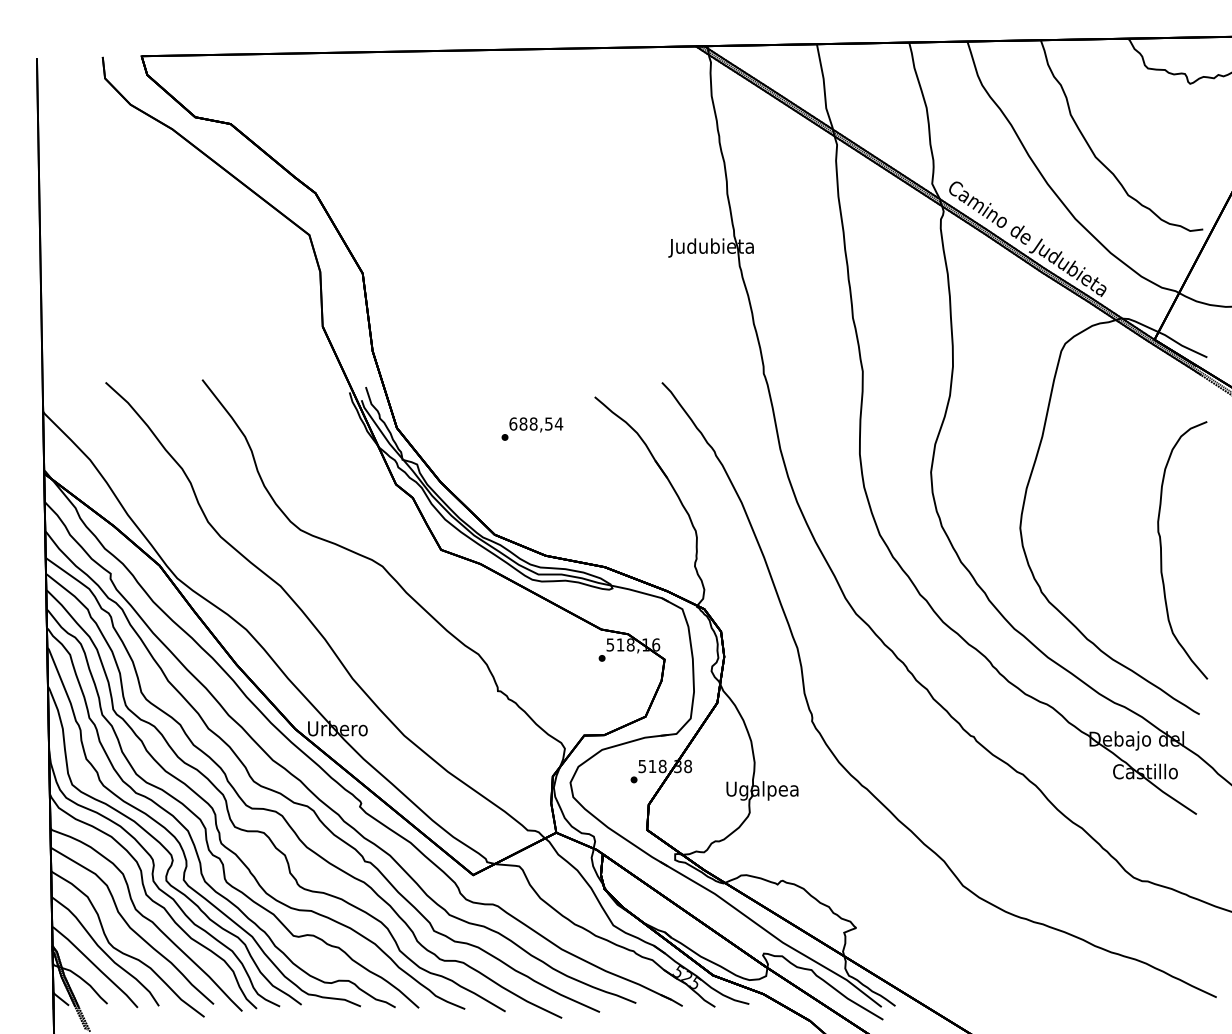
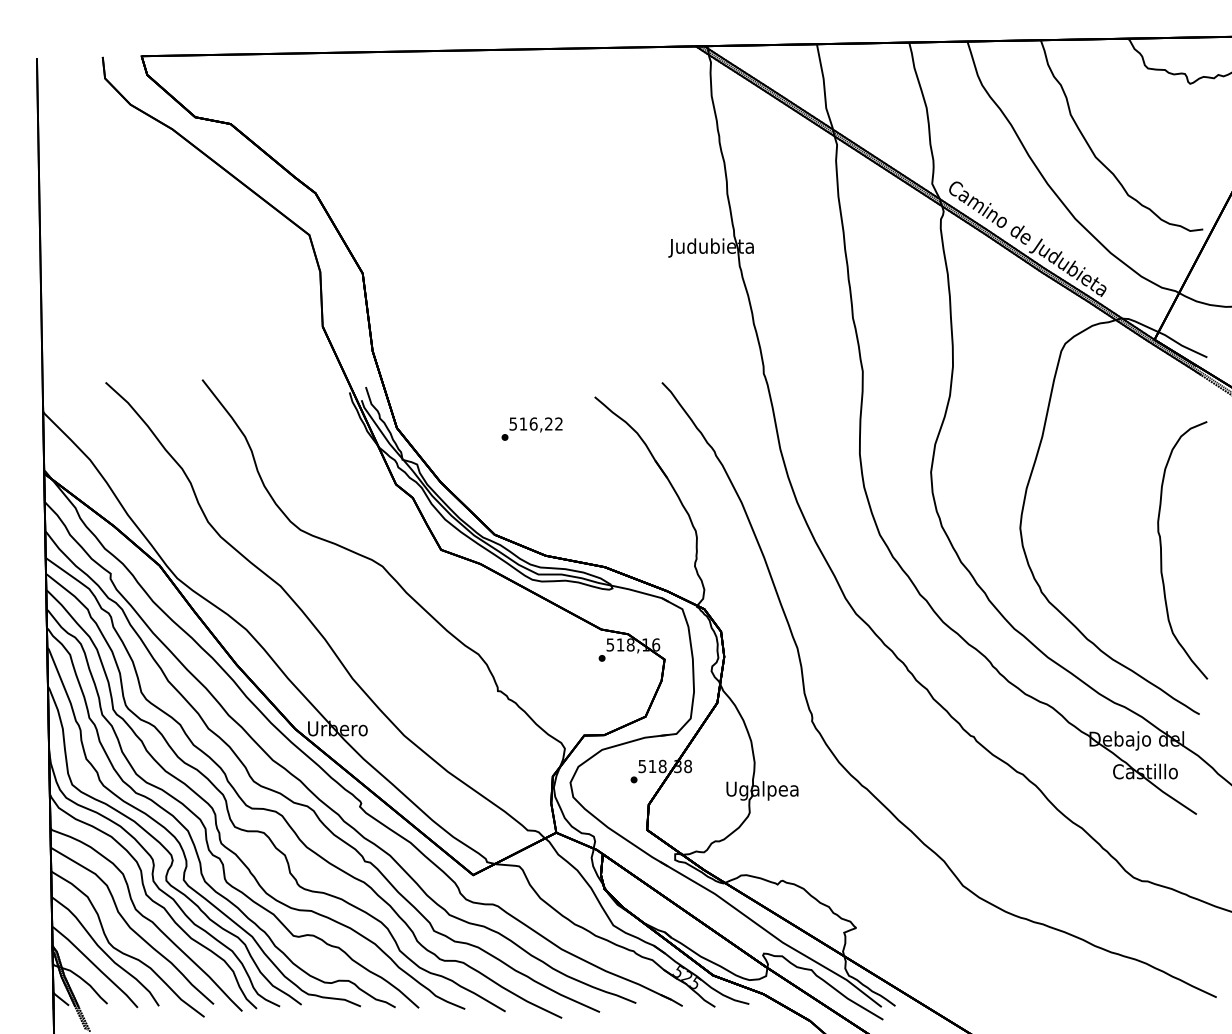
text at (536, 423): 688,54 -> 516,22
